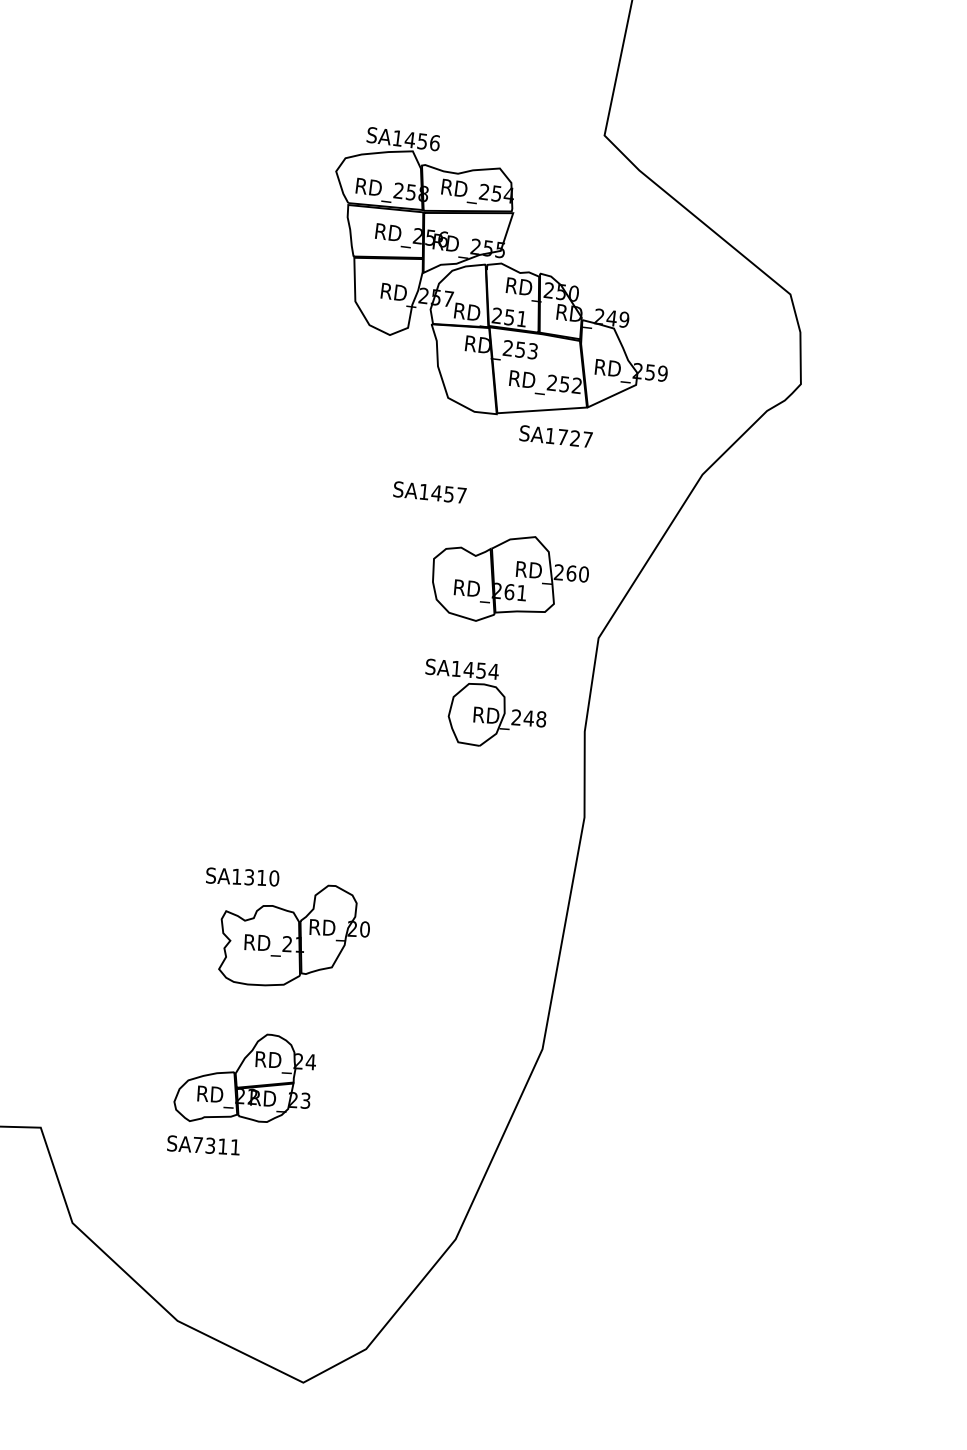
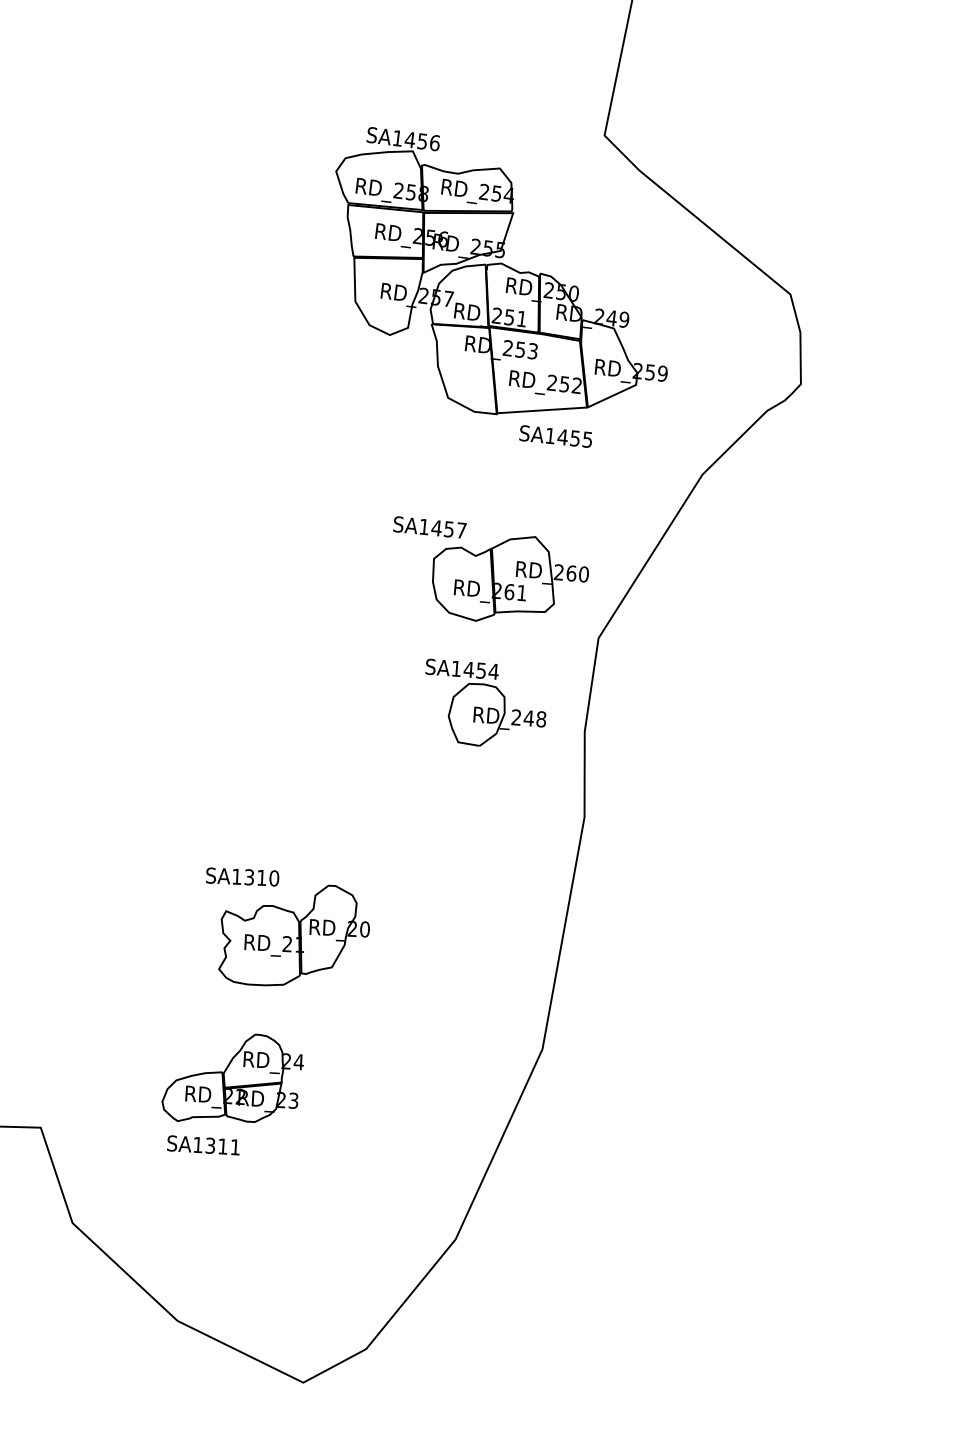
text at (574, 438): SA1727 -> SA1455
text at (429, 492) position: (429, 492) -> (429, 527)
part at (244, 1077) position: (244, 1077) -> (232, 1077)
text at (197, 1144): SA7311 -> SA1311
